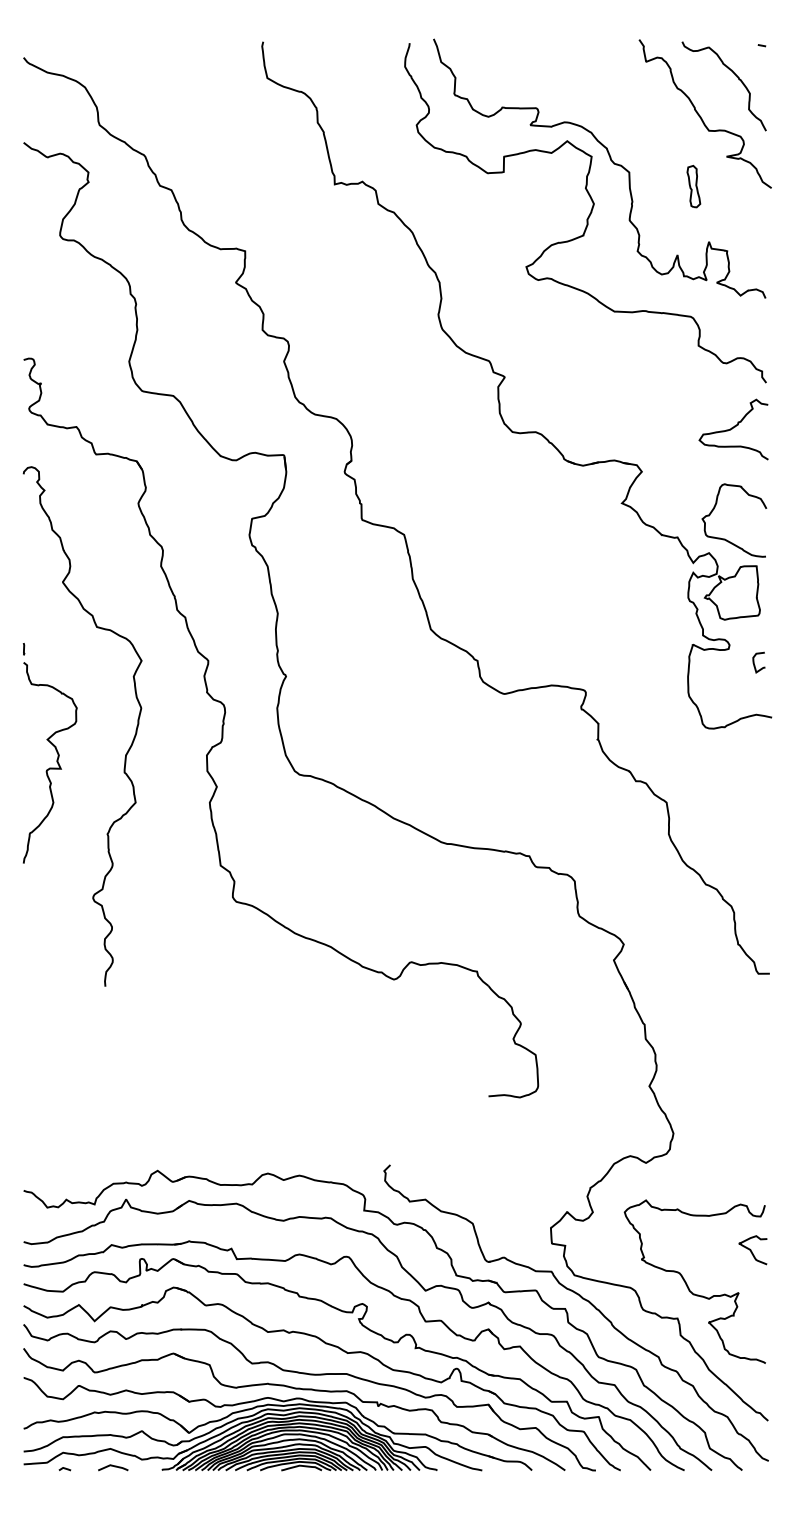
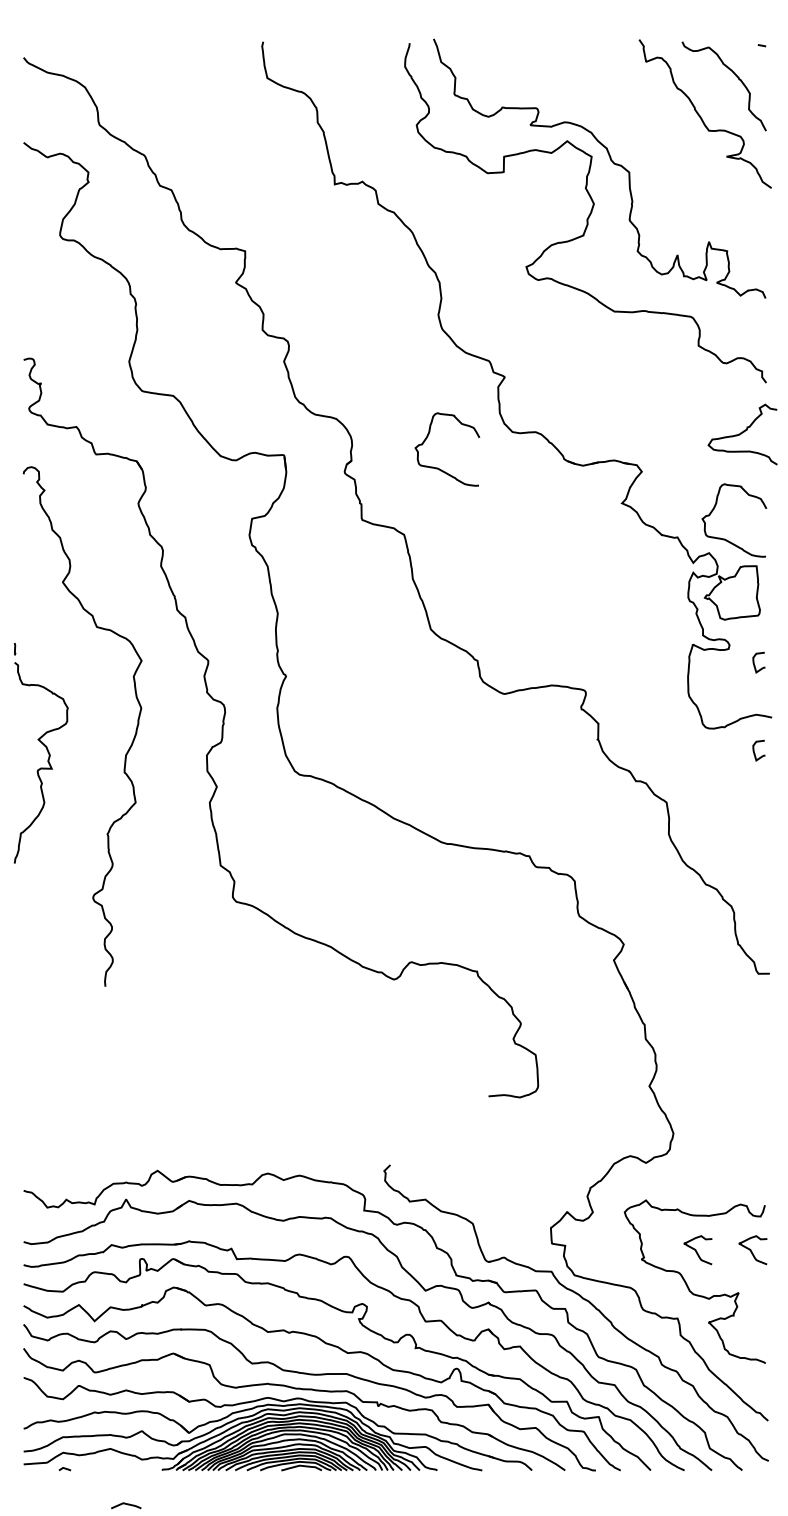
part at (693, 186): present -> none
curve at (733, 428) position: (733, 428) -> (742, 433)
curve at (438, 467): none -> present
curve at (754, 750): none -> present
part at (50, 753) position: (50, 753) -> (41, 753)
curve at (696, 1250): none -> present
curve at (113, 1466) position: (113, 1466) -> (126, 1504)
